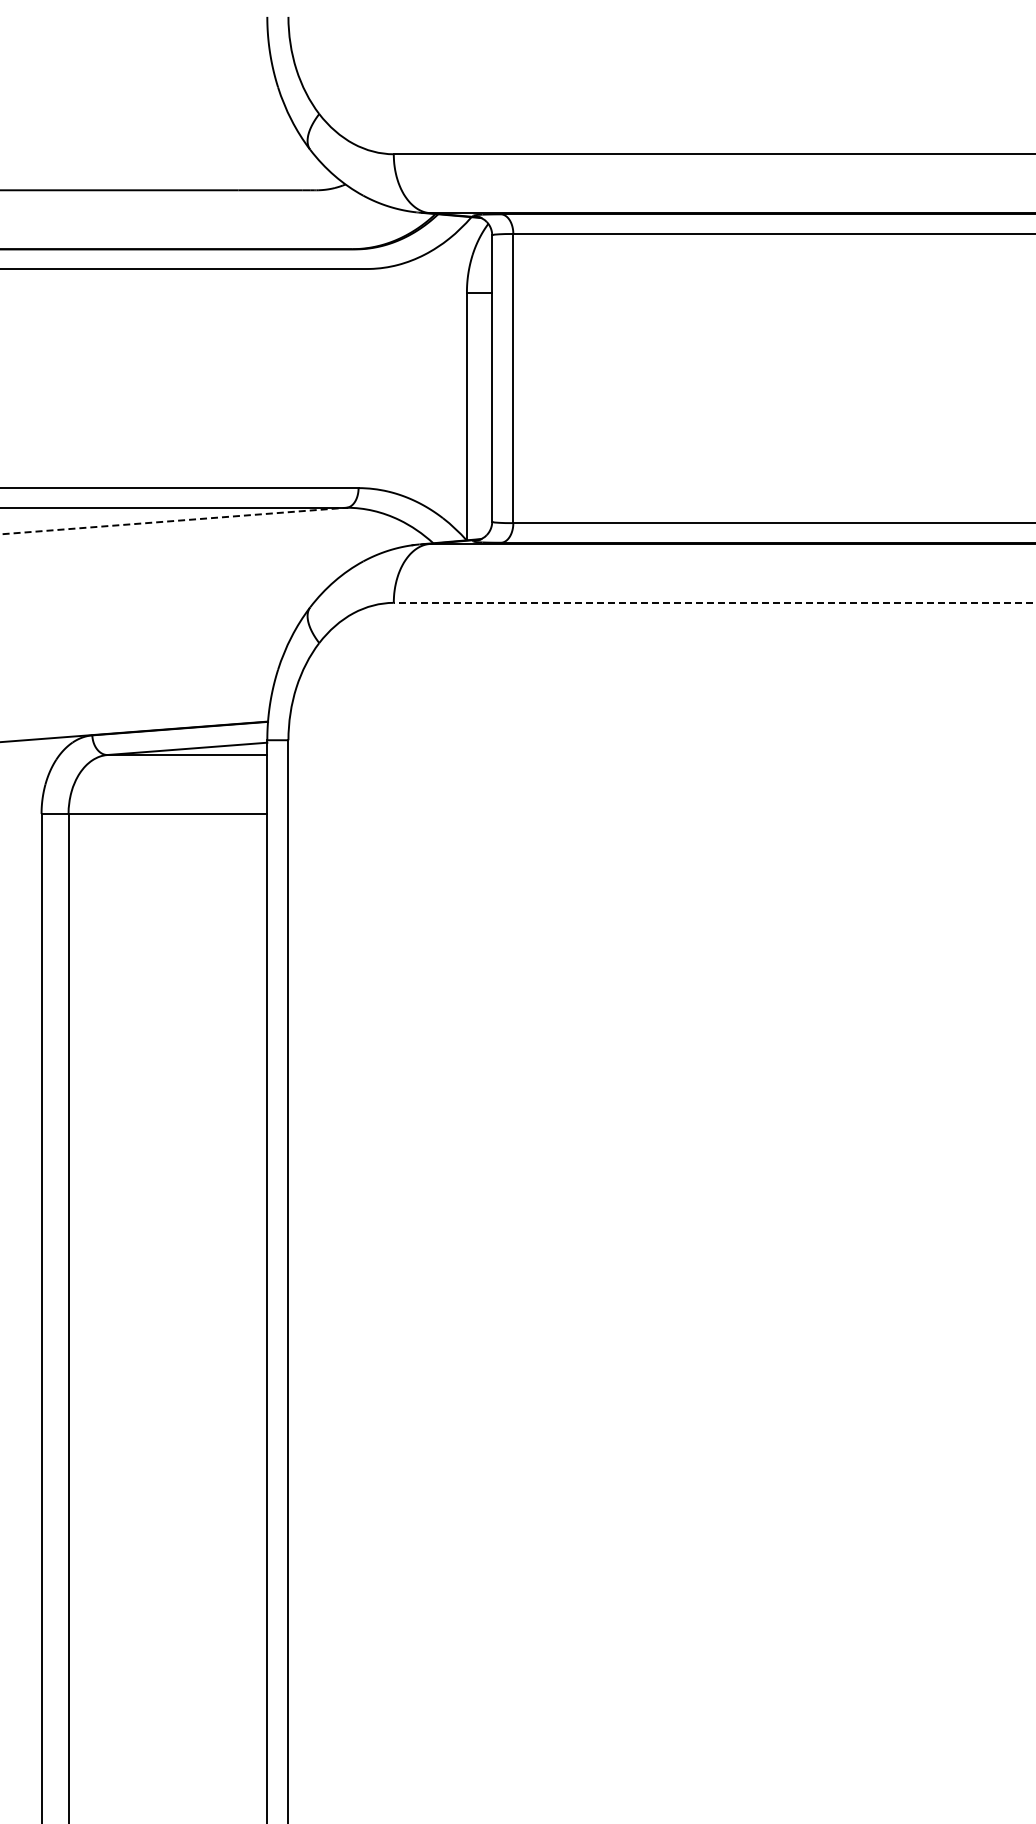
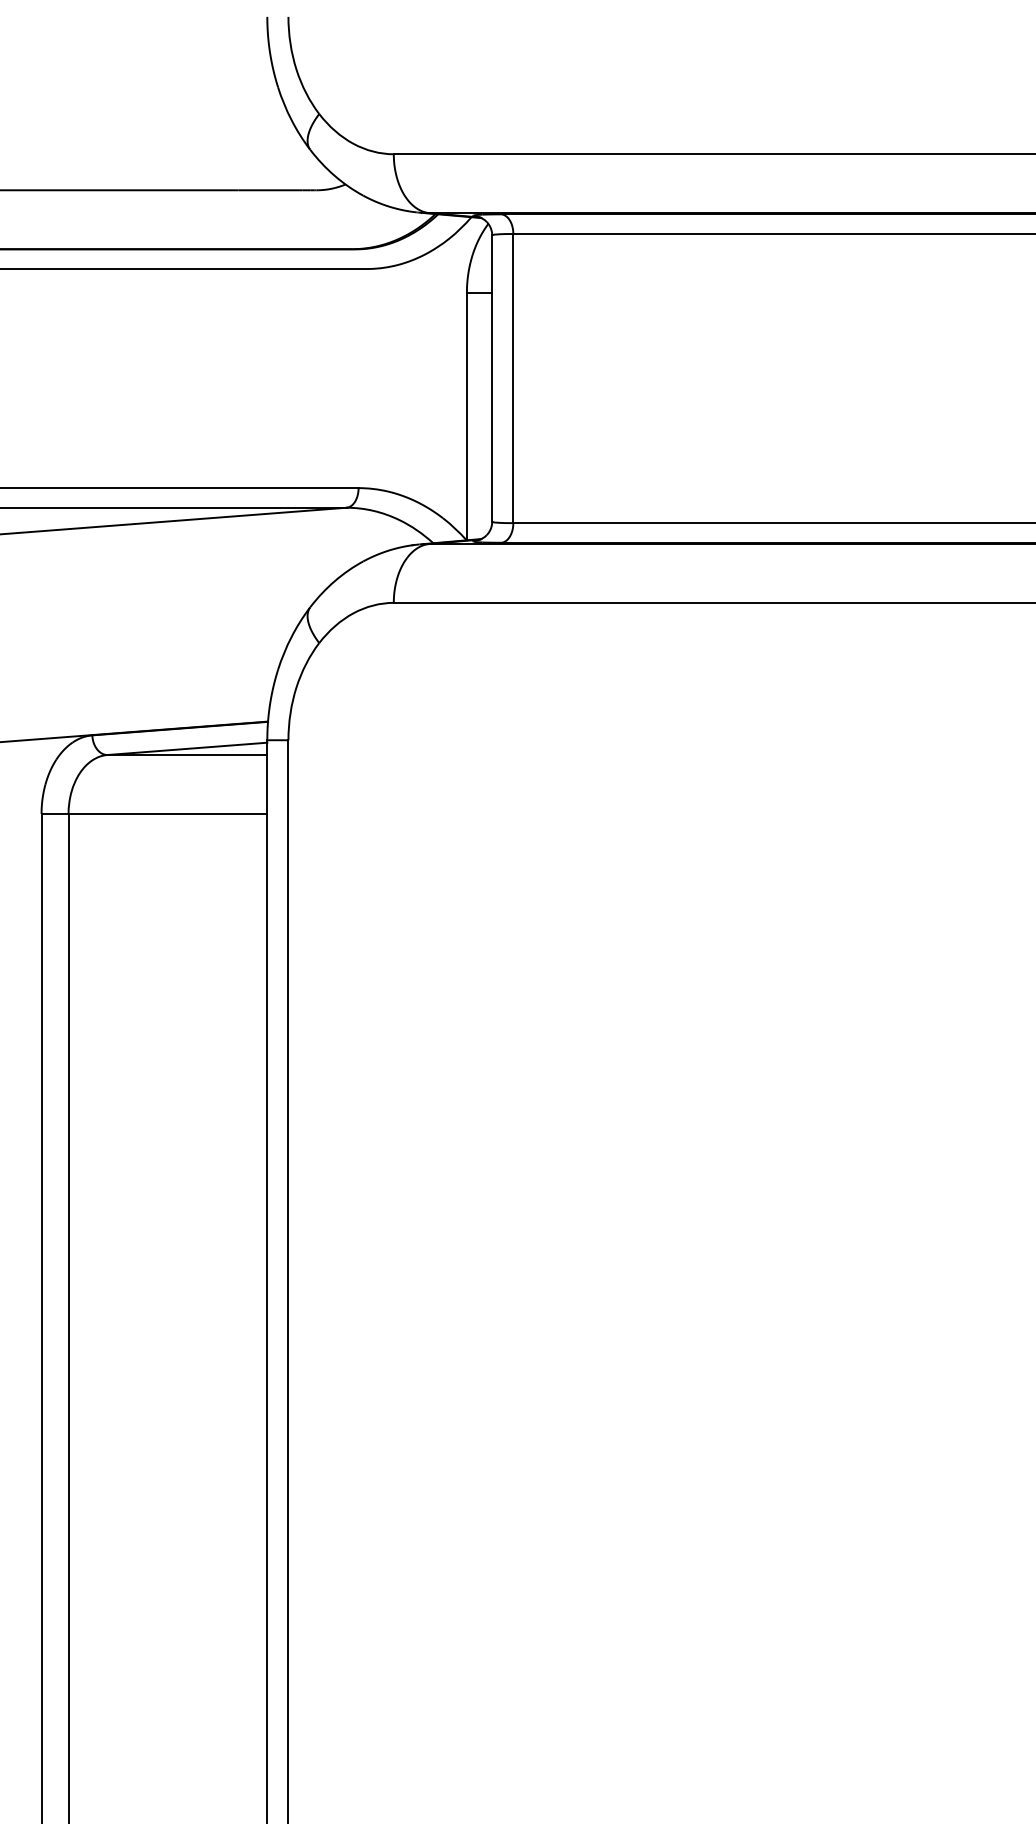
line at (174, 521): dashed -> solid
line at (714, 602): dashed -> solid
